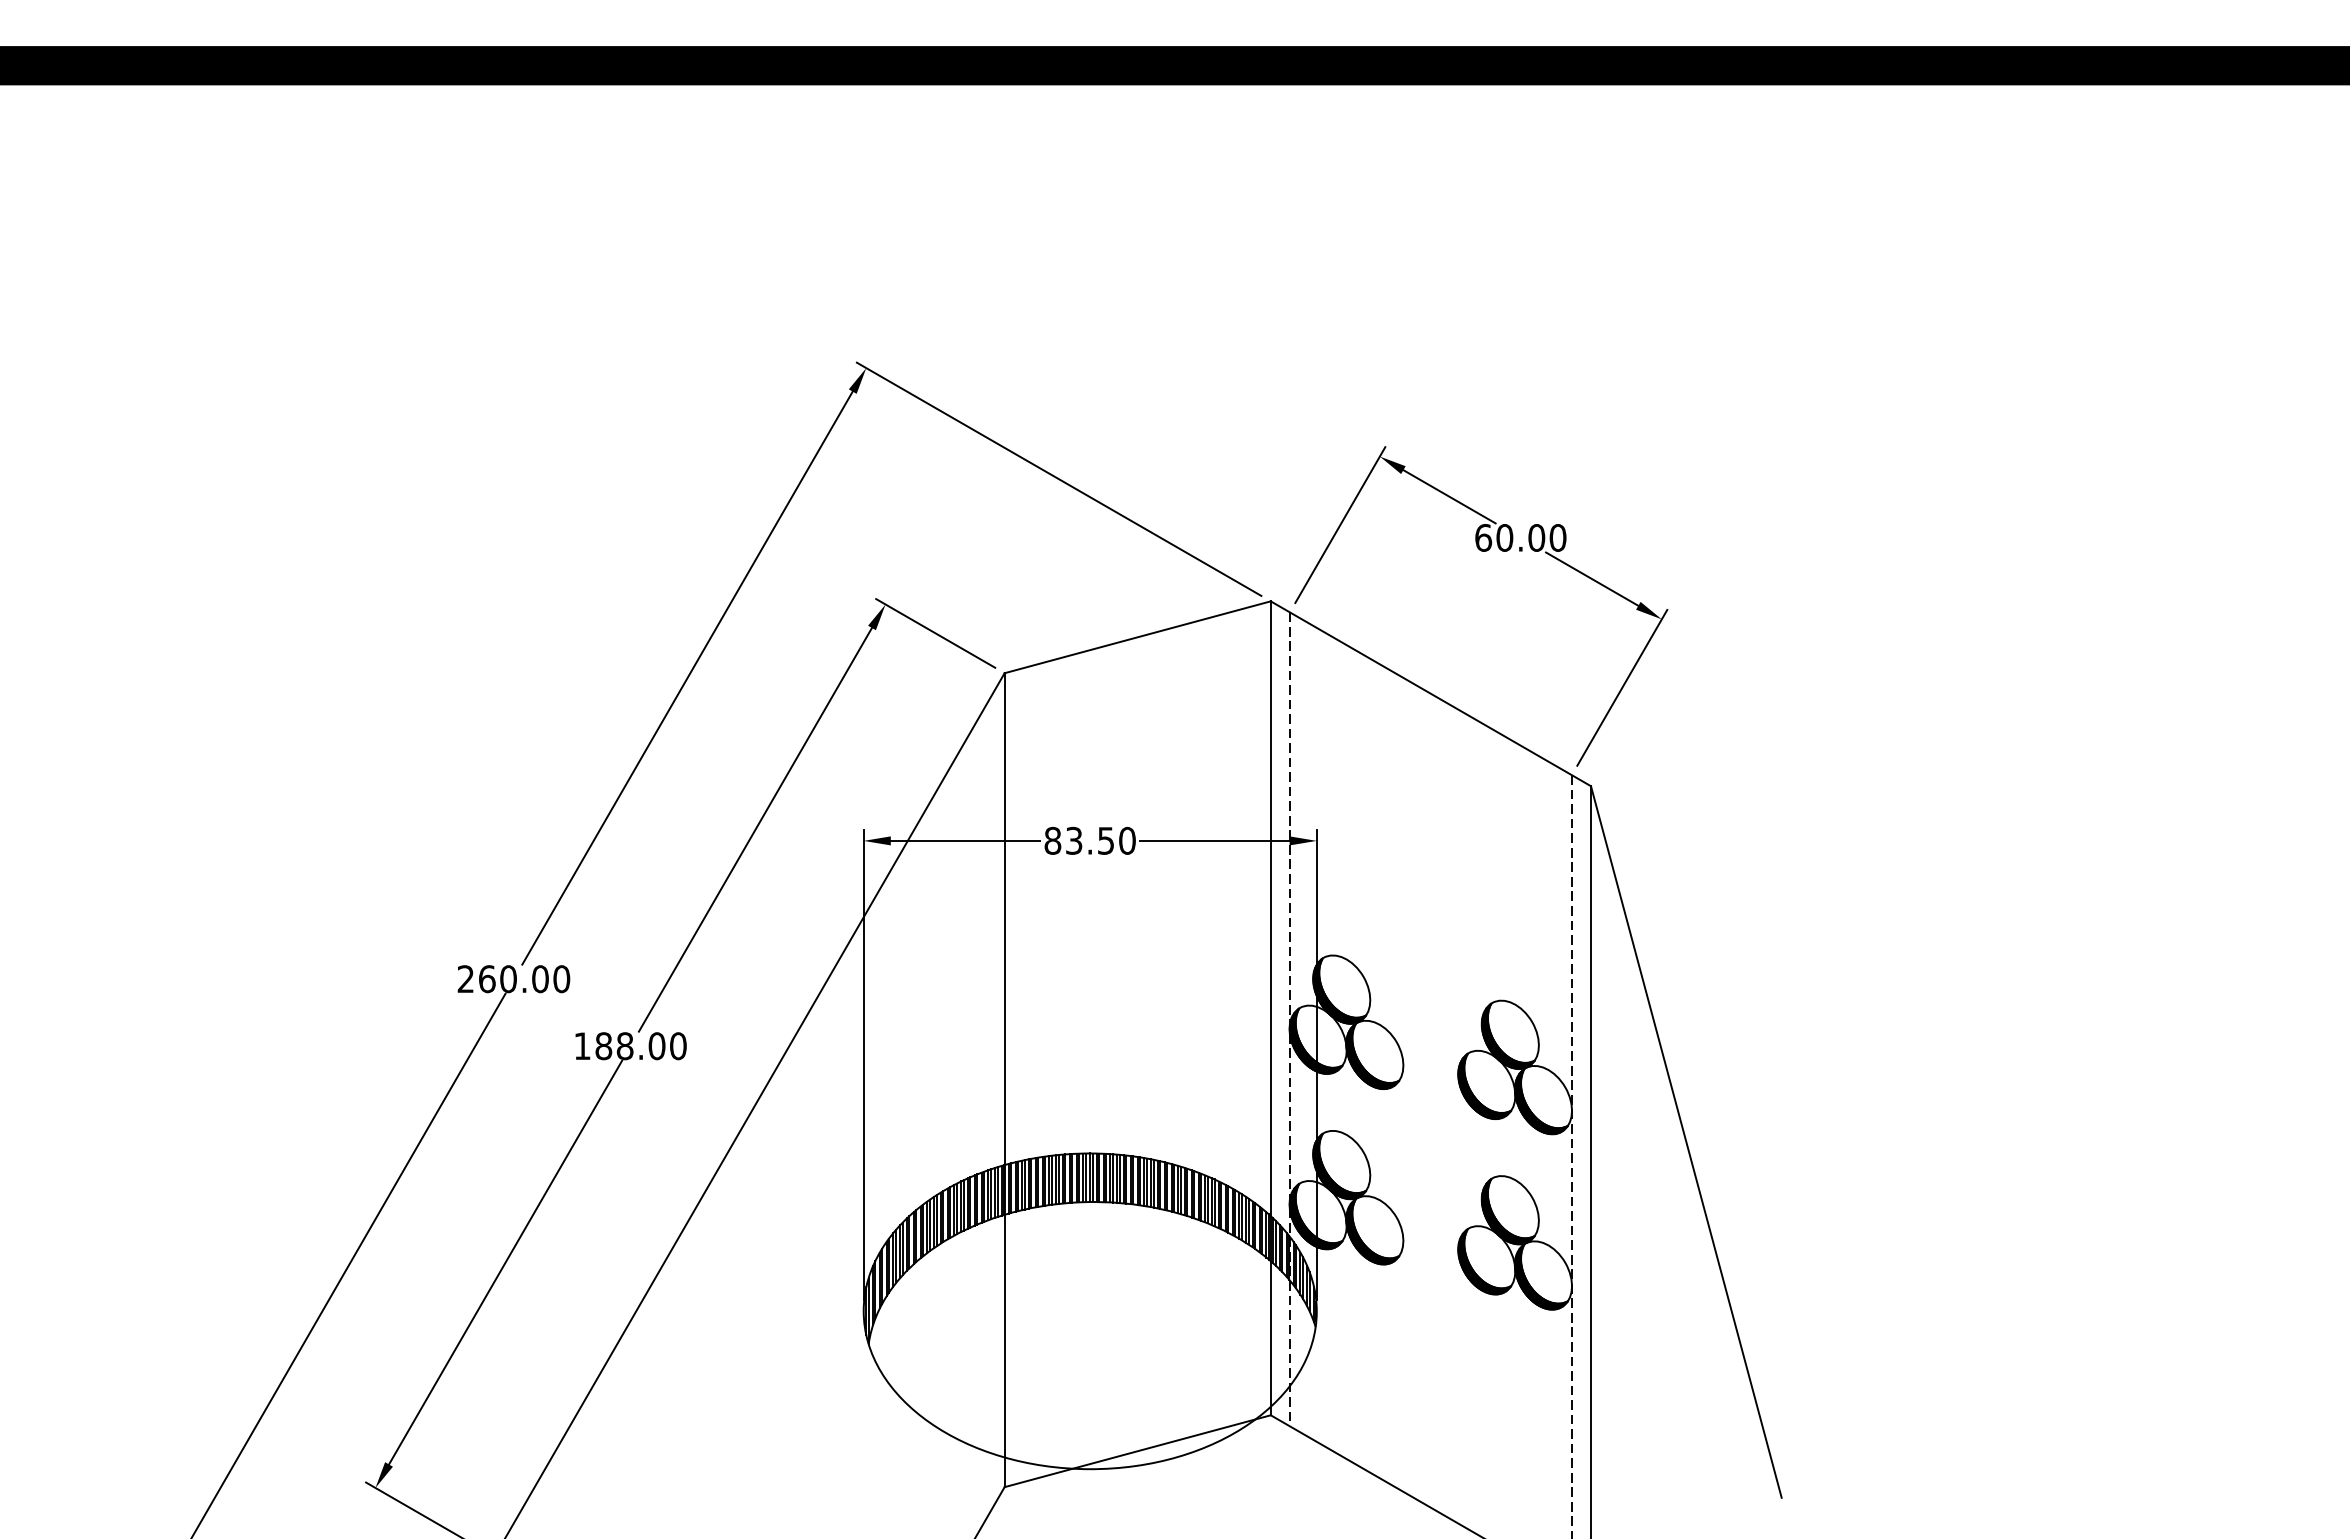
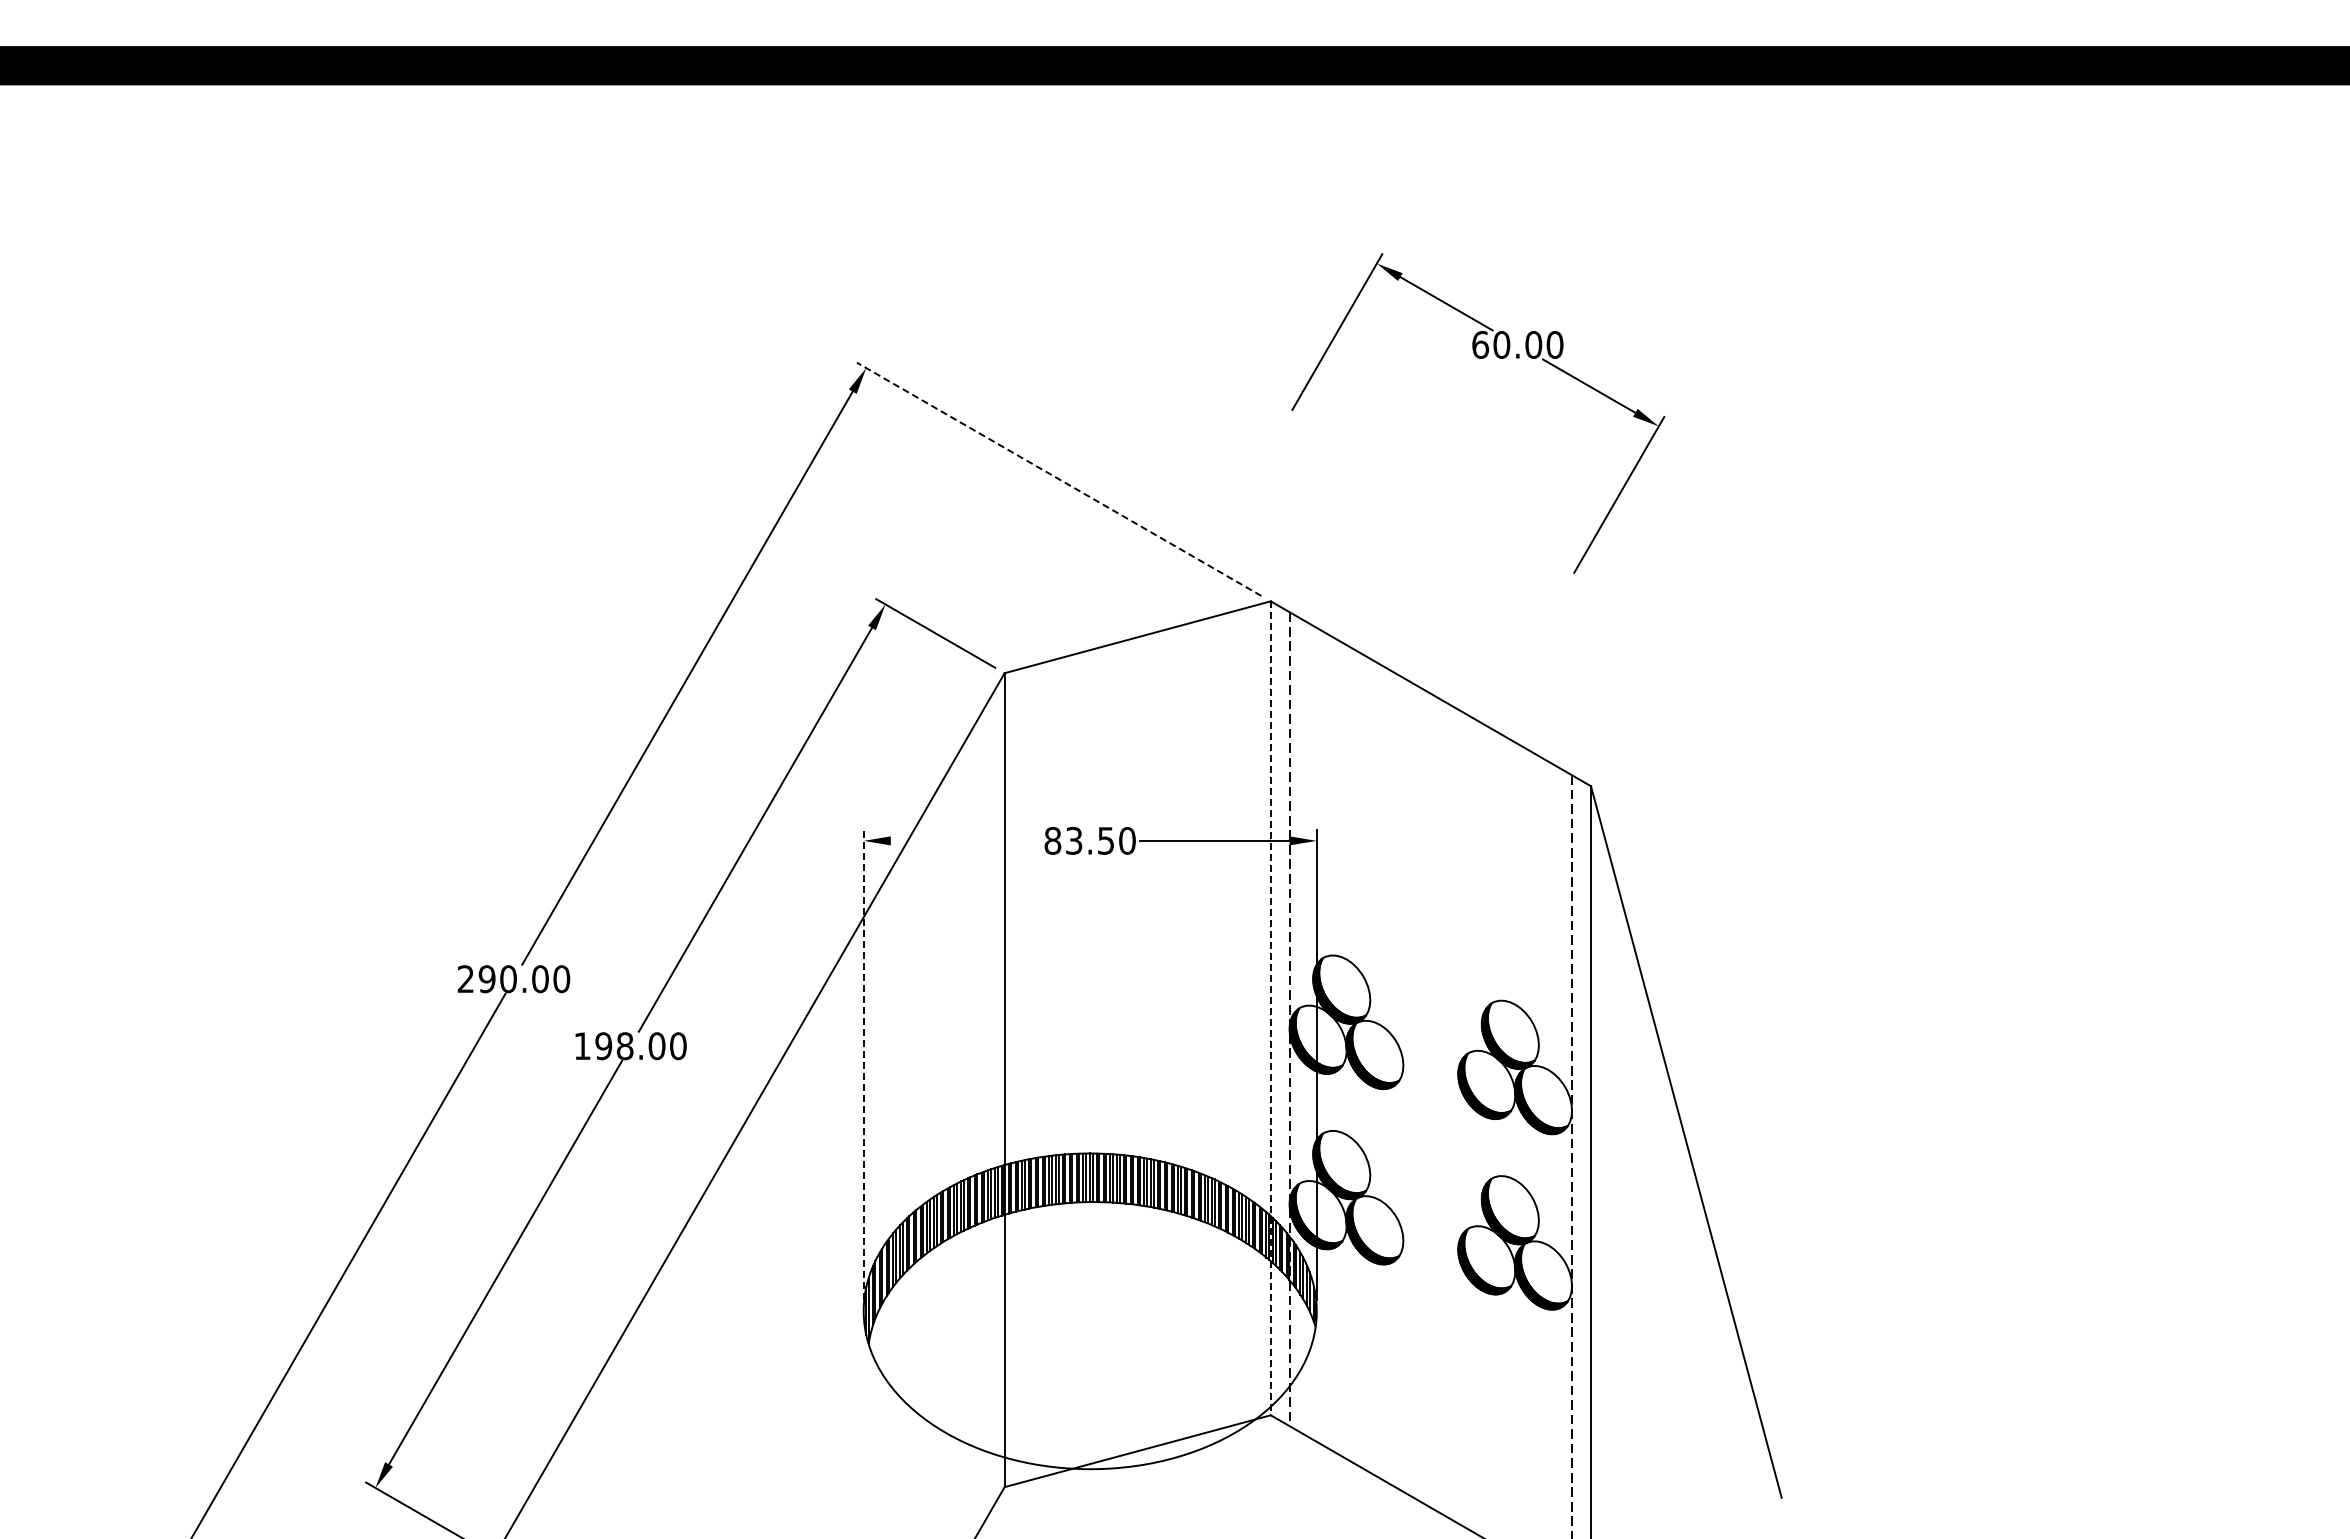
line at (1058, 479): solid -> dashed
part at (1481, 551) position: (1481, 551) -> (1478, 358)
line at (965, 840): present -> none
text at (486, 979): 260.00 -> 290.00
line at (1270, 1008): solid -> dashed
text at (603, 1046): 188.00 -> 198.00
line at (863, 1064): solid -> dashed
